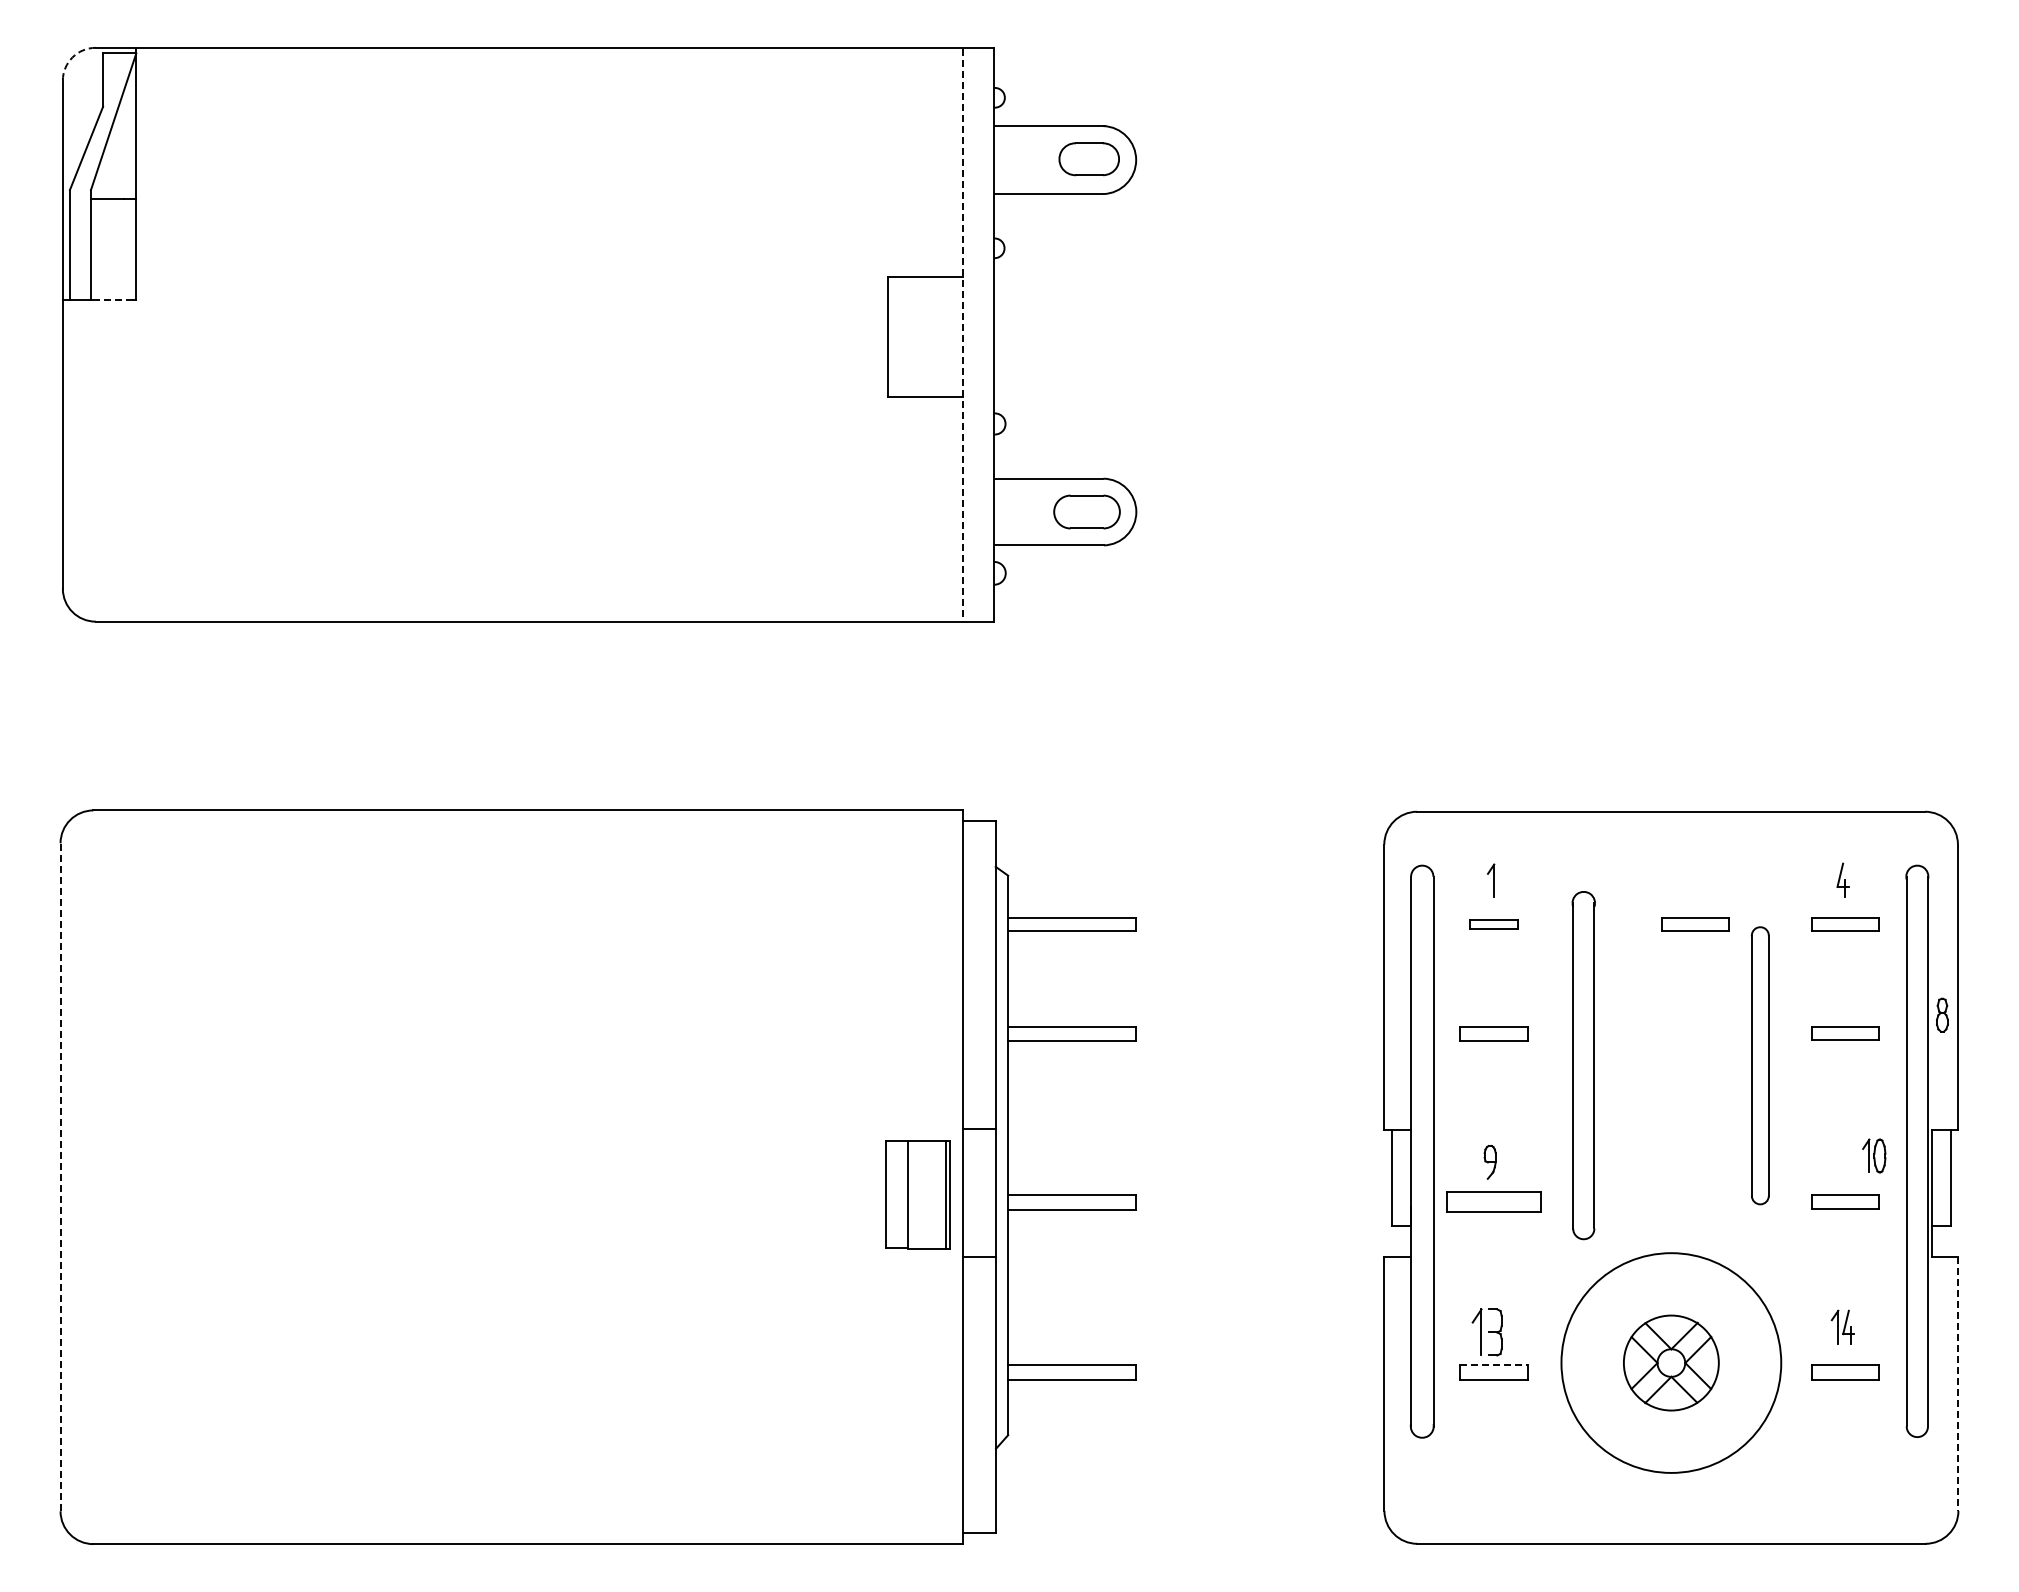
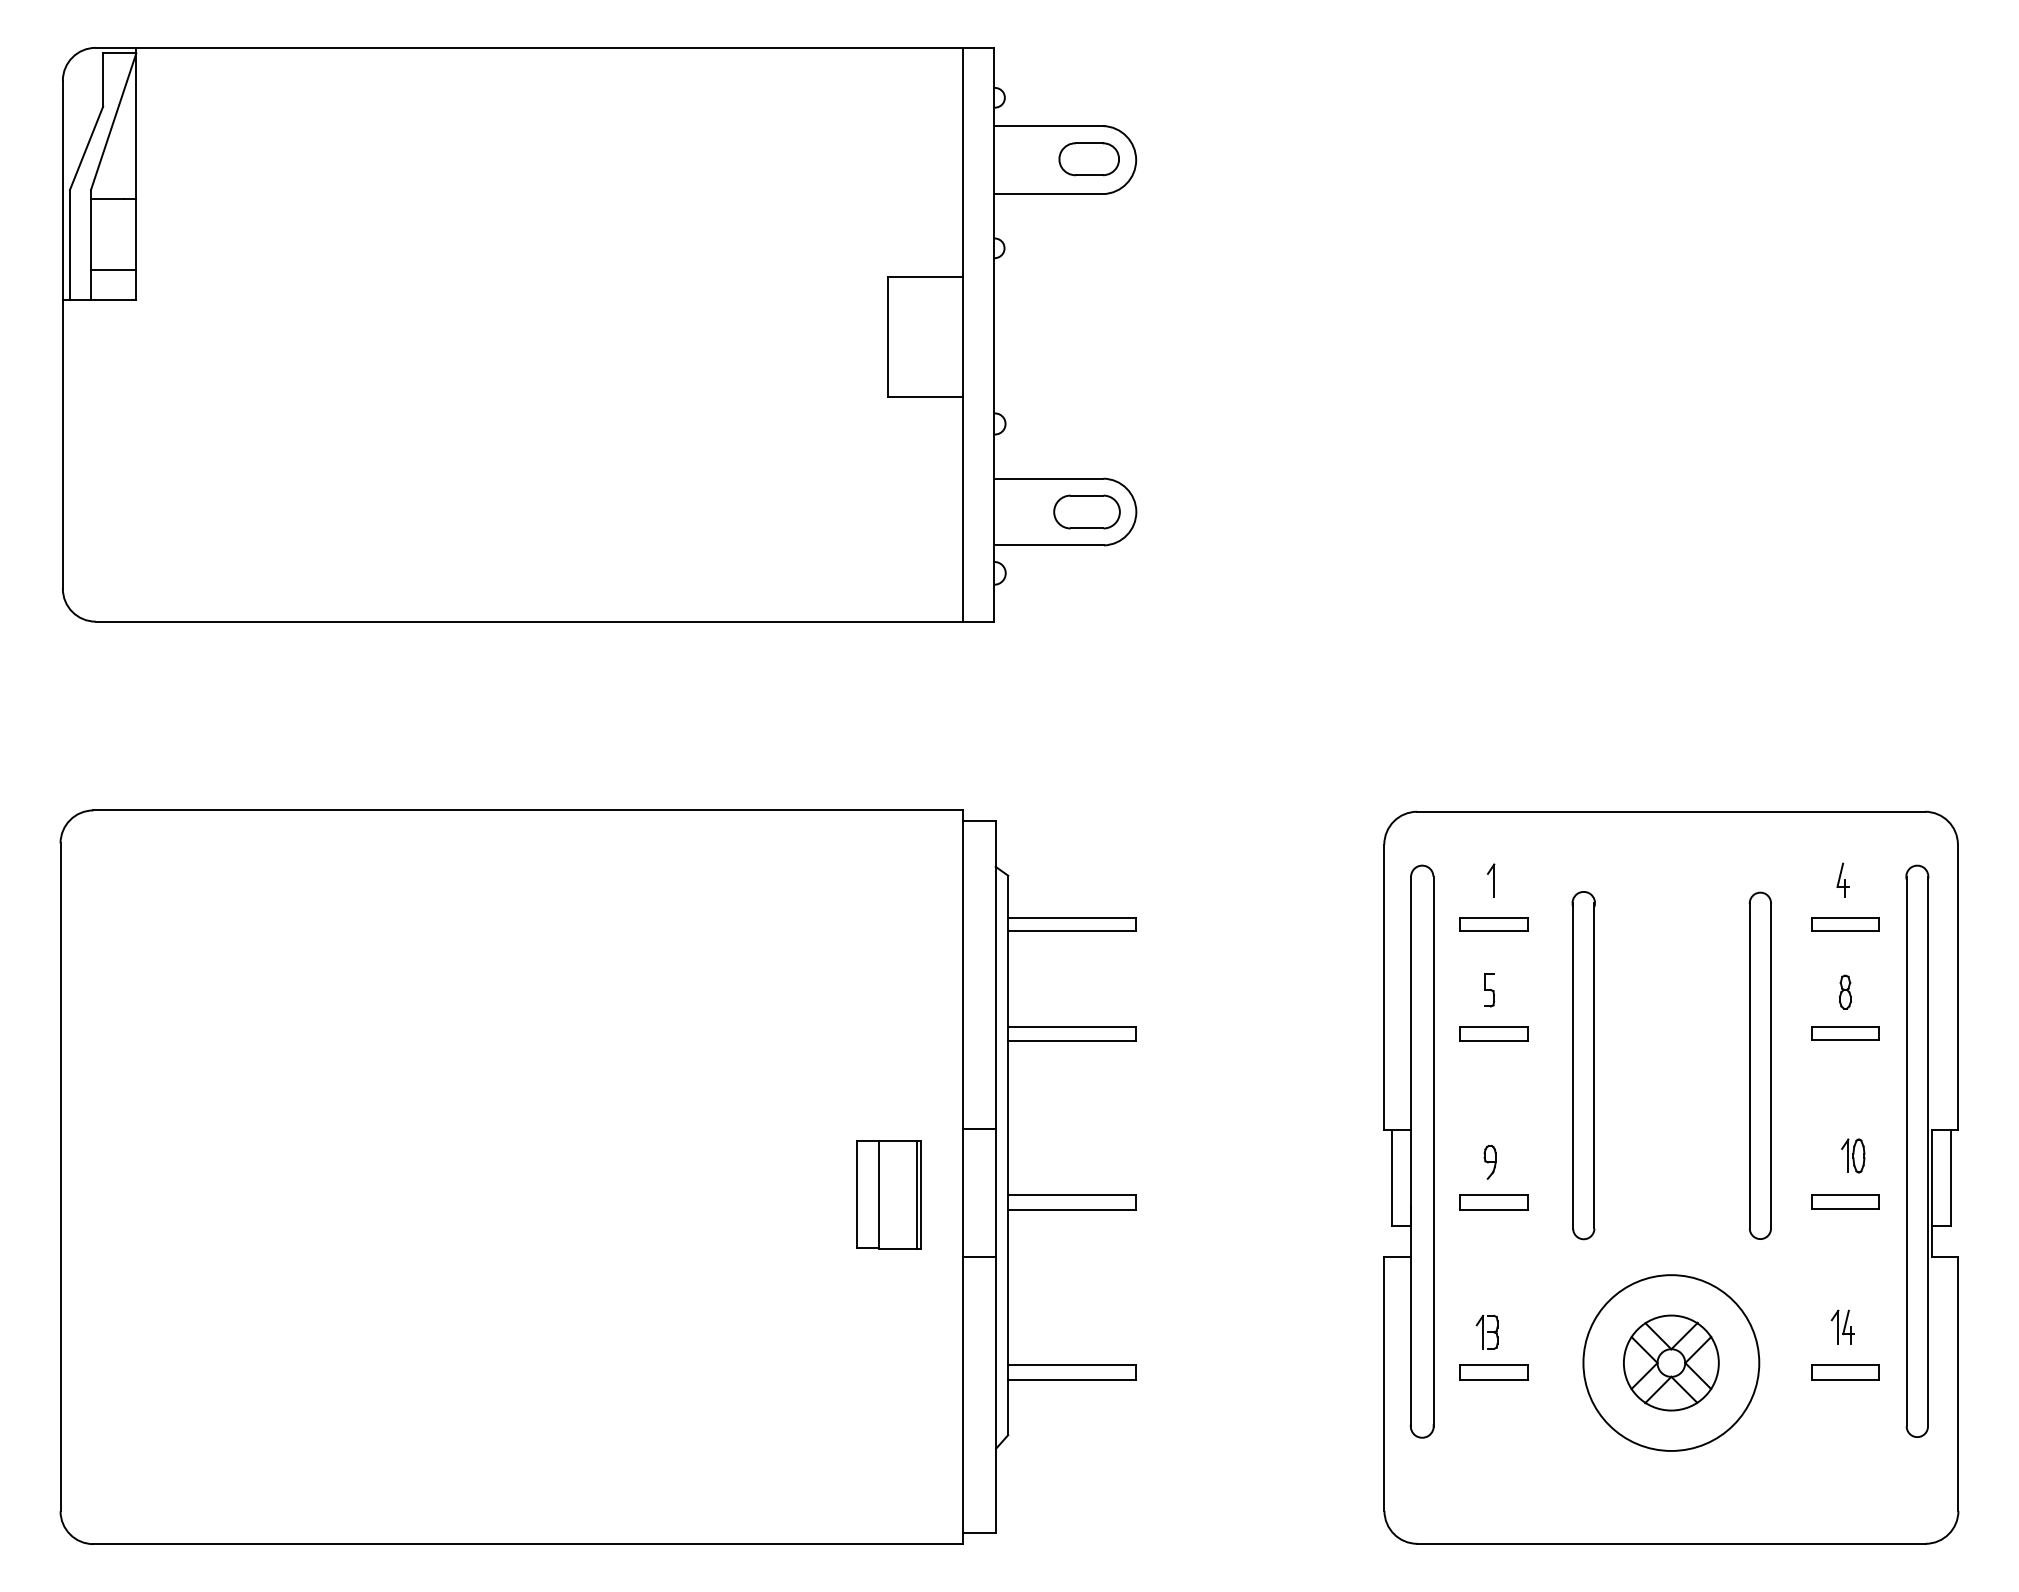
arc at (72, 57): dashed -> solid
line at (113, 269): none -> present
line at (113, 299): dashed -> solid
line at (962, 335): dashed -> solid
part at (1493, 924) size: 50x11 px -> 70x15 px
part at (1695, 924): present -> none
part at (1489, 990): none -> present
part at (1942, 1014) position: (1942, 1014) -> (1845, 991)
part at (1759, 1065) size: 20x280 px -> 24x349 px
part at (1874, 1155) position: (1874, 1155) -> (1853, 1155)
line at (60, 1177): dashed -> solid
part at (917, 1194) position: (917, 1194) -> (888, 1194)
part at (1493, 1201) size: 96x22 px -> 70x17 px
part at (1486, 1332) size: 32x49 px -> 24x36 px
circle at (1671, 1362) diameter: 220 px -> 176 px
line at (1494, 1365): dashed -> solid
line at (1958, 1384): dashed -> solid
